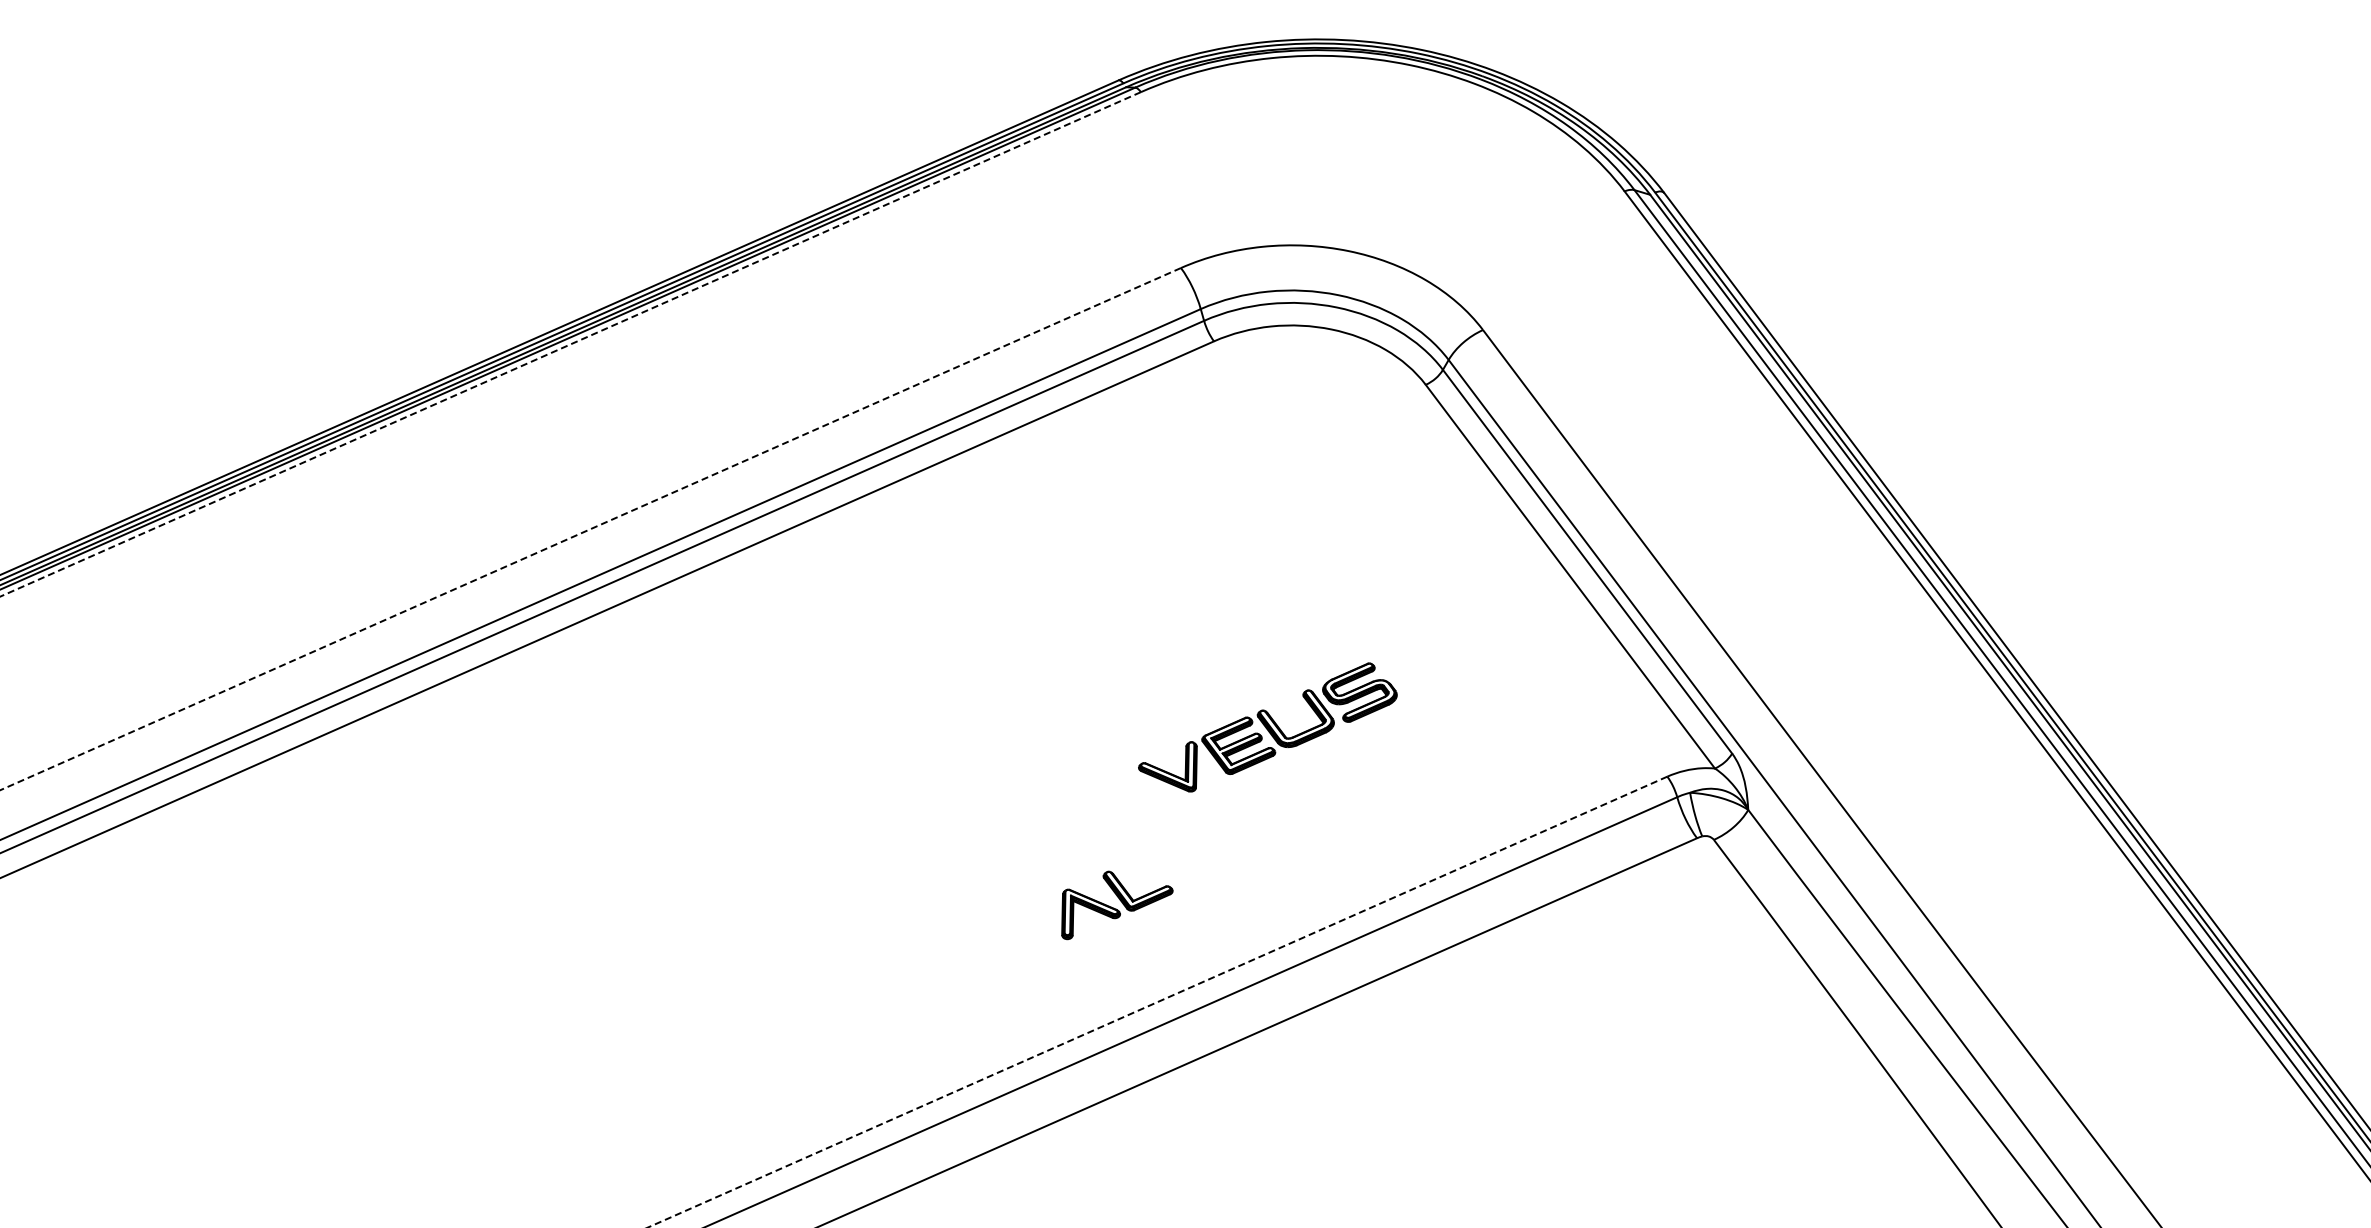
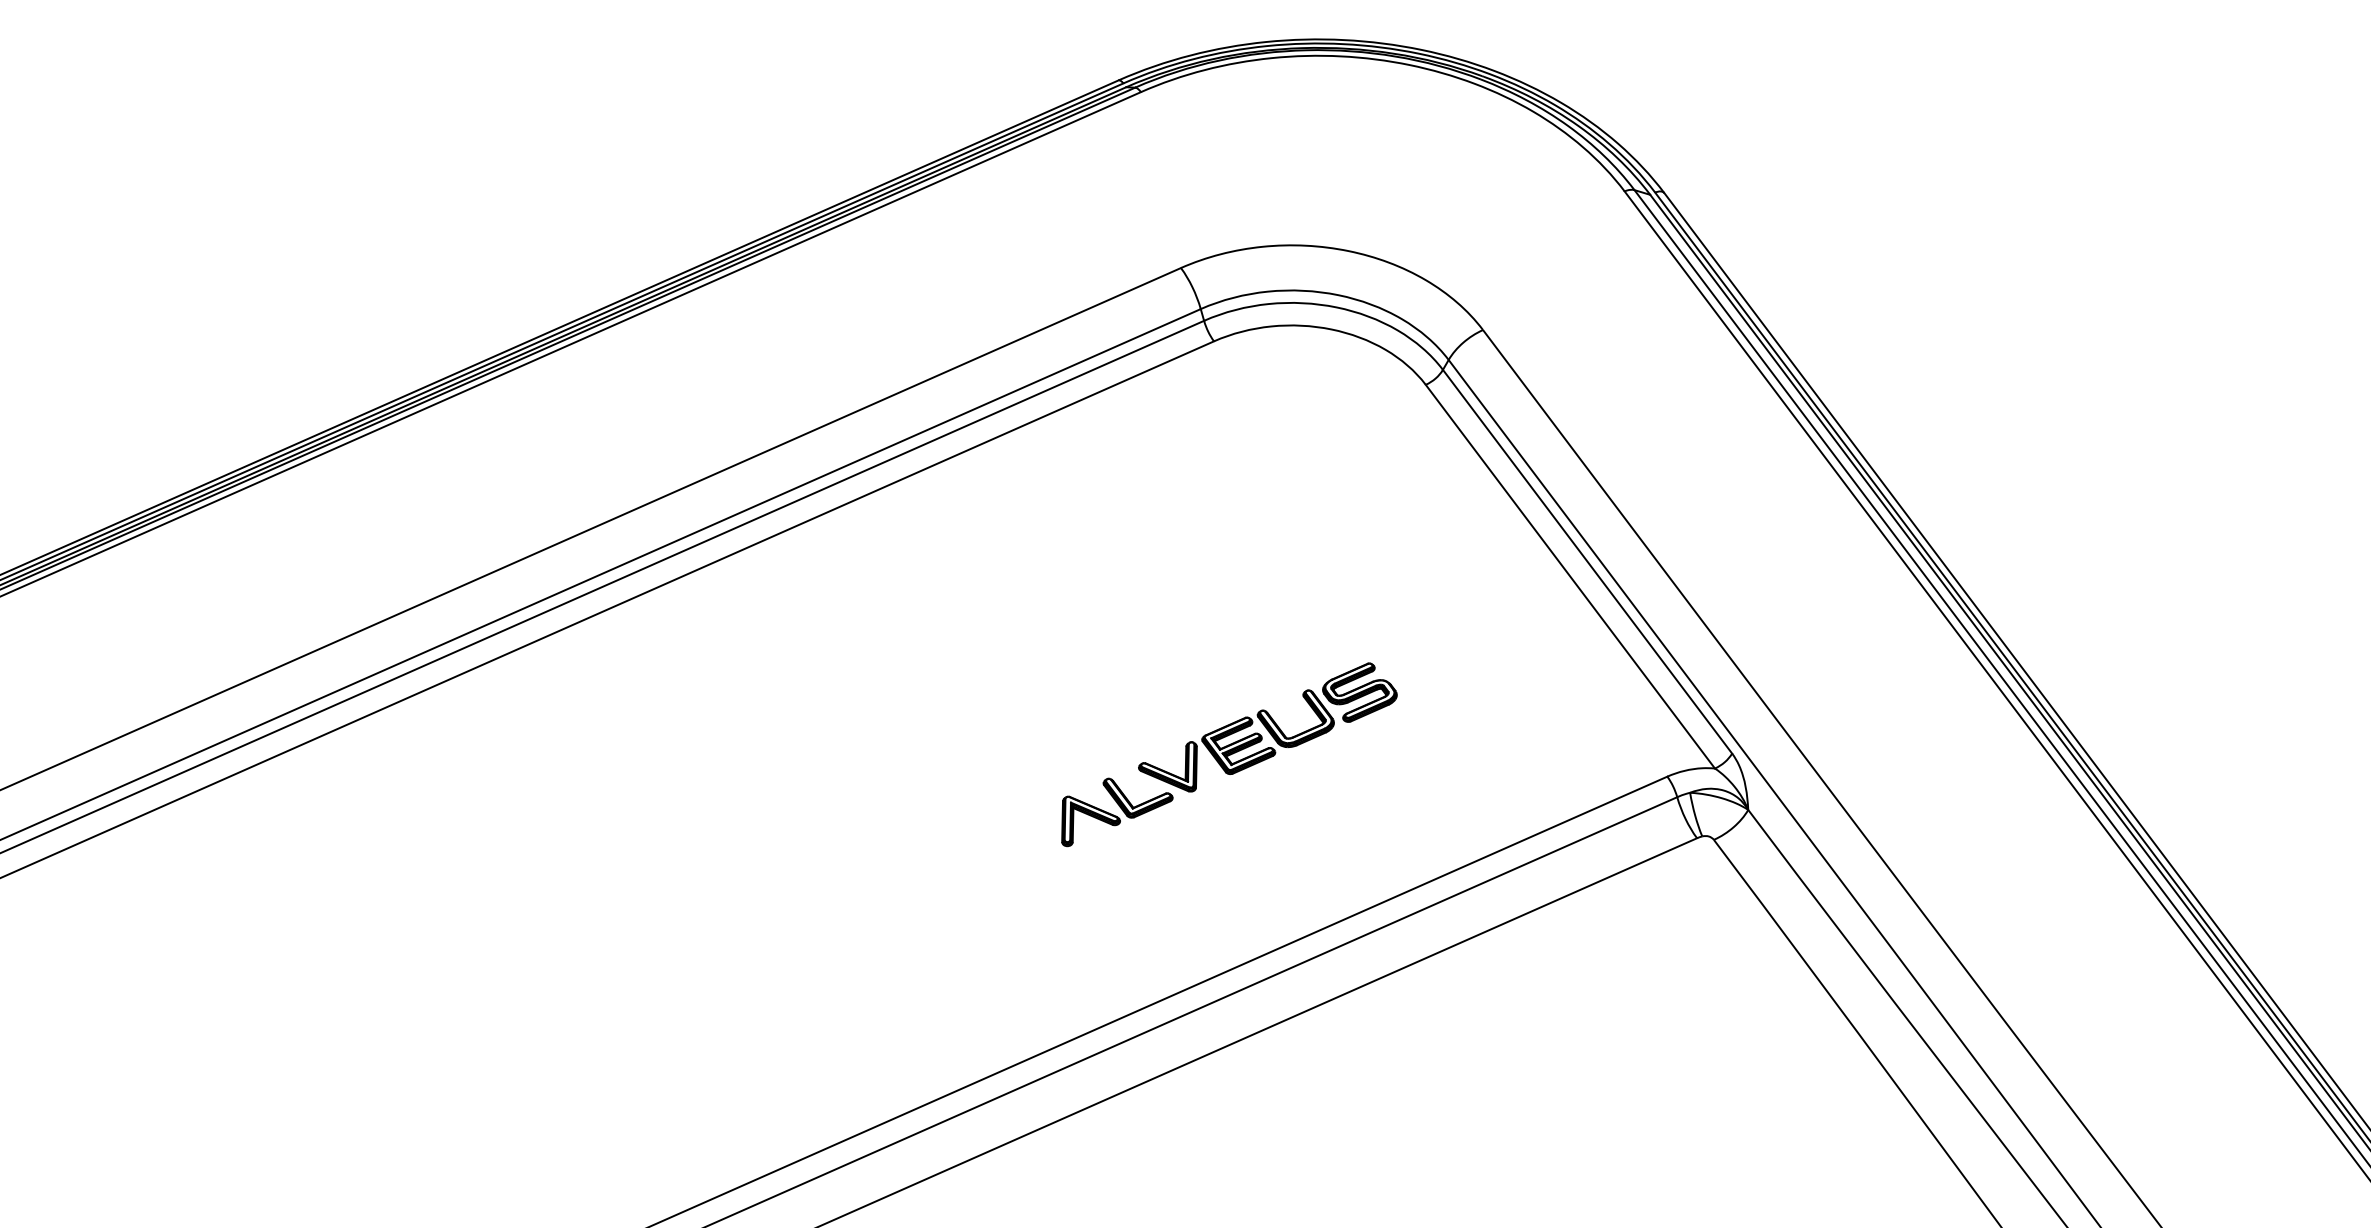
line at (570, 344): dashed -> solid
line at (590, 529): dashed -> solid
part at (1117, 905) position: (1117, 905) -> (1117, 812)
line at (1157, 1002): dashed -> solid
